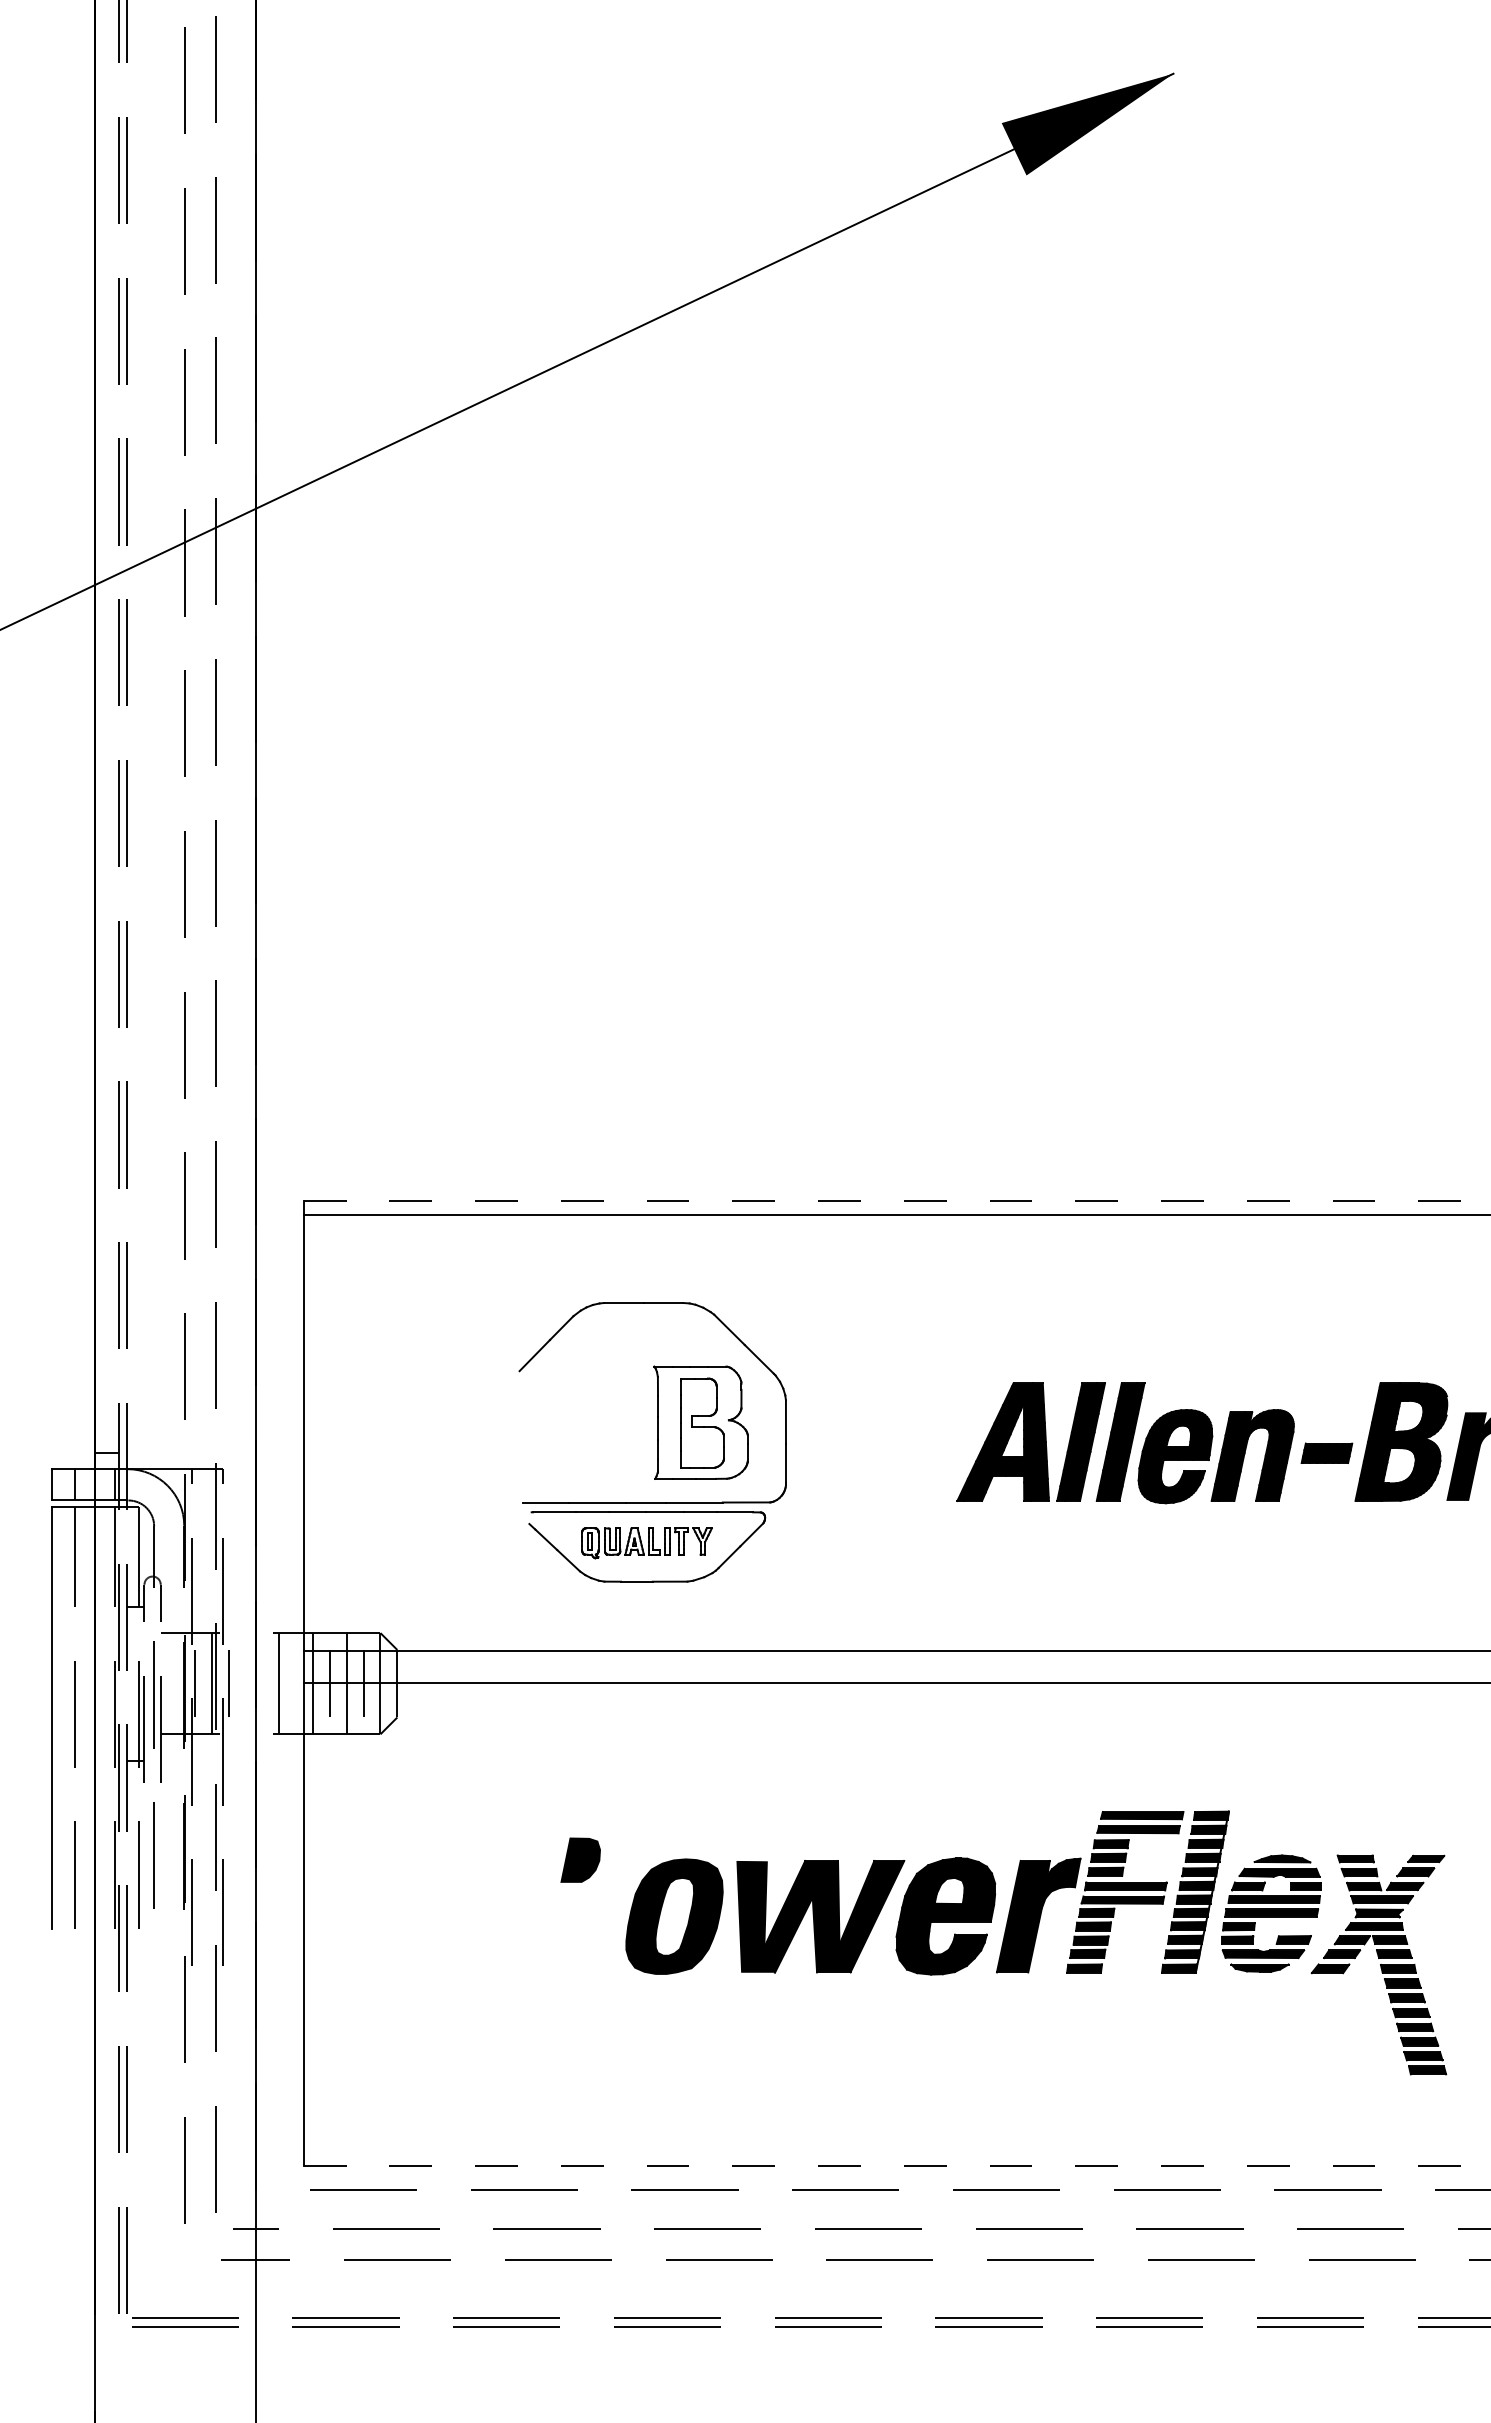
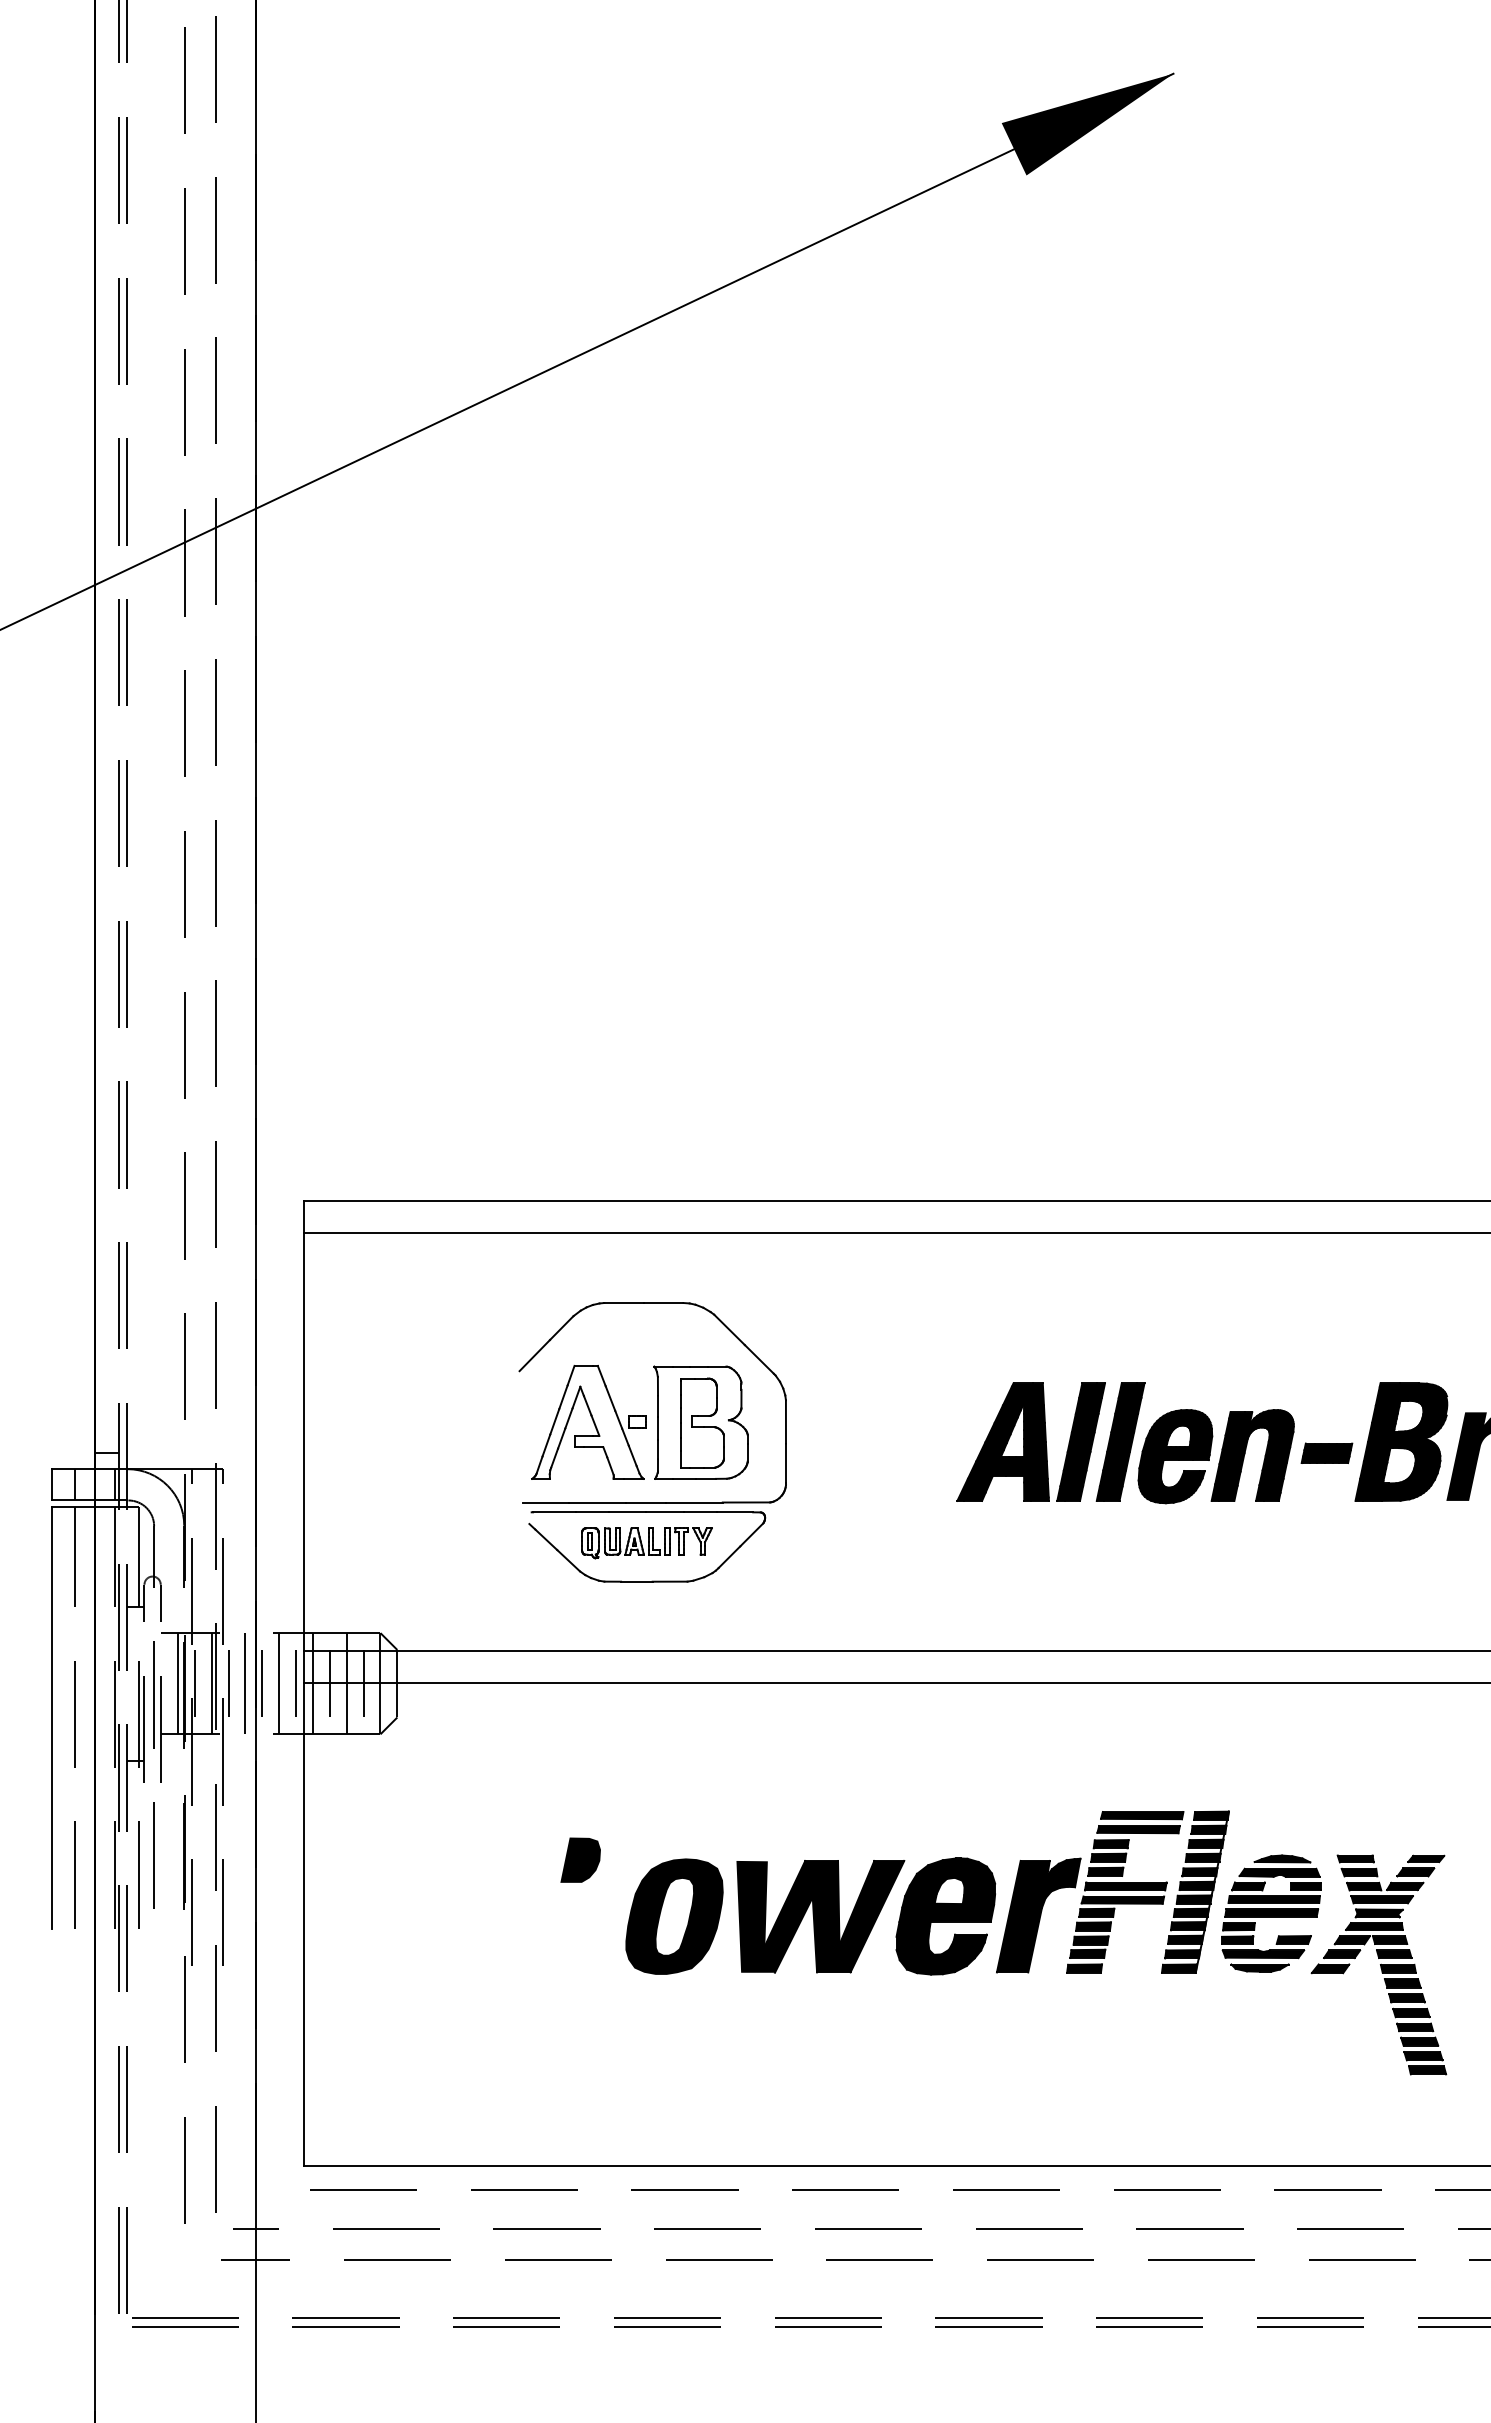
line at (897, 1201): dashed -> solid
line at (895, 1215) position: (895, 1215) -> (895, 1233)
part at (588, 1422): none -> present
line at (177, 1683): none -> present
line at (244, 1683): none -> present
line at (262, 1683): none -> present
line at (296, 1683): none -> present
line at (897, 2165): dashed -> solid
